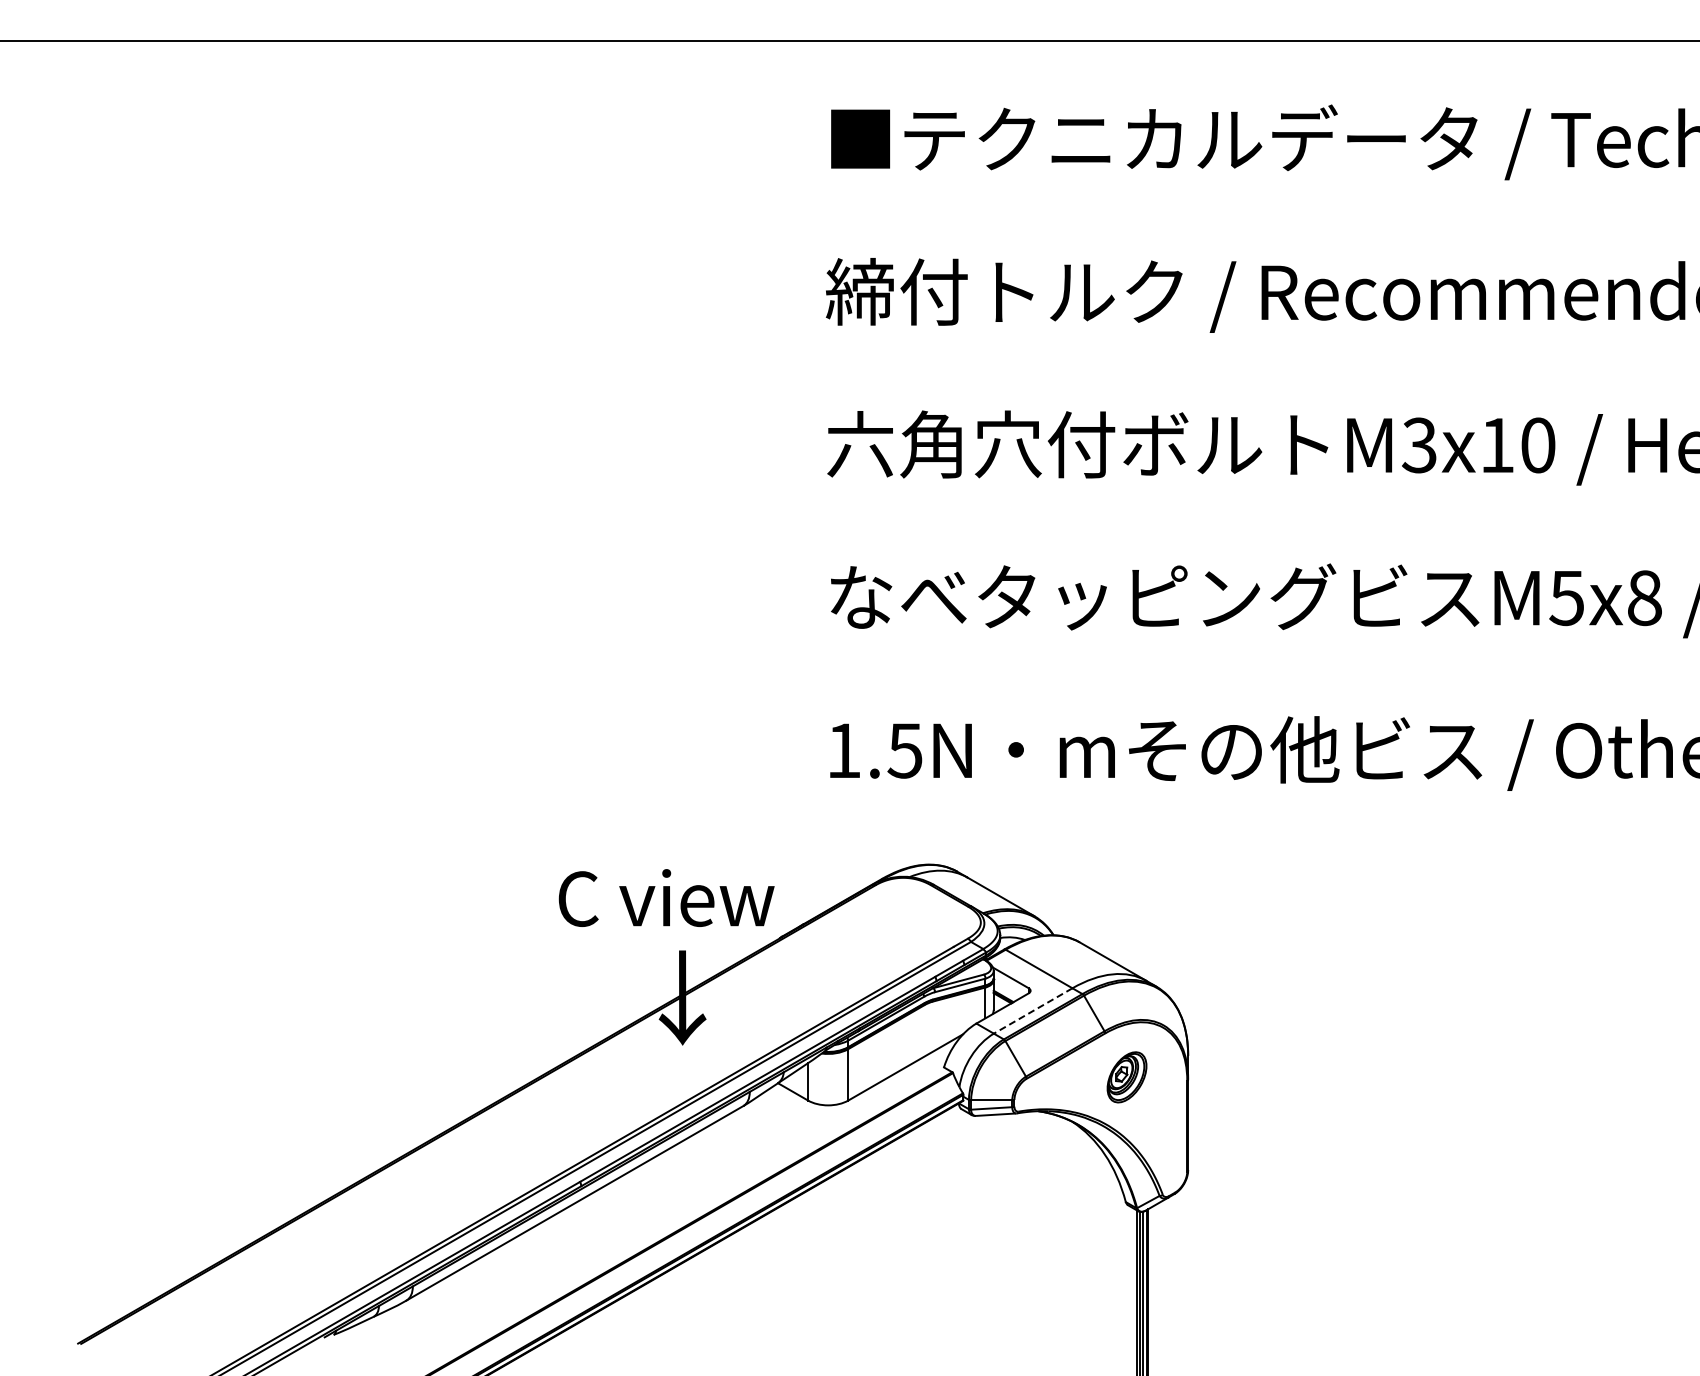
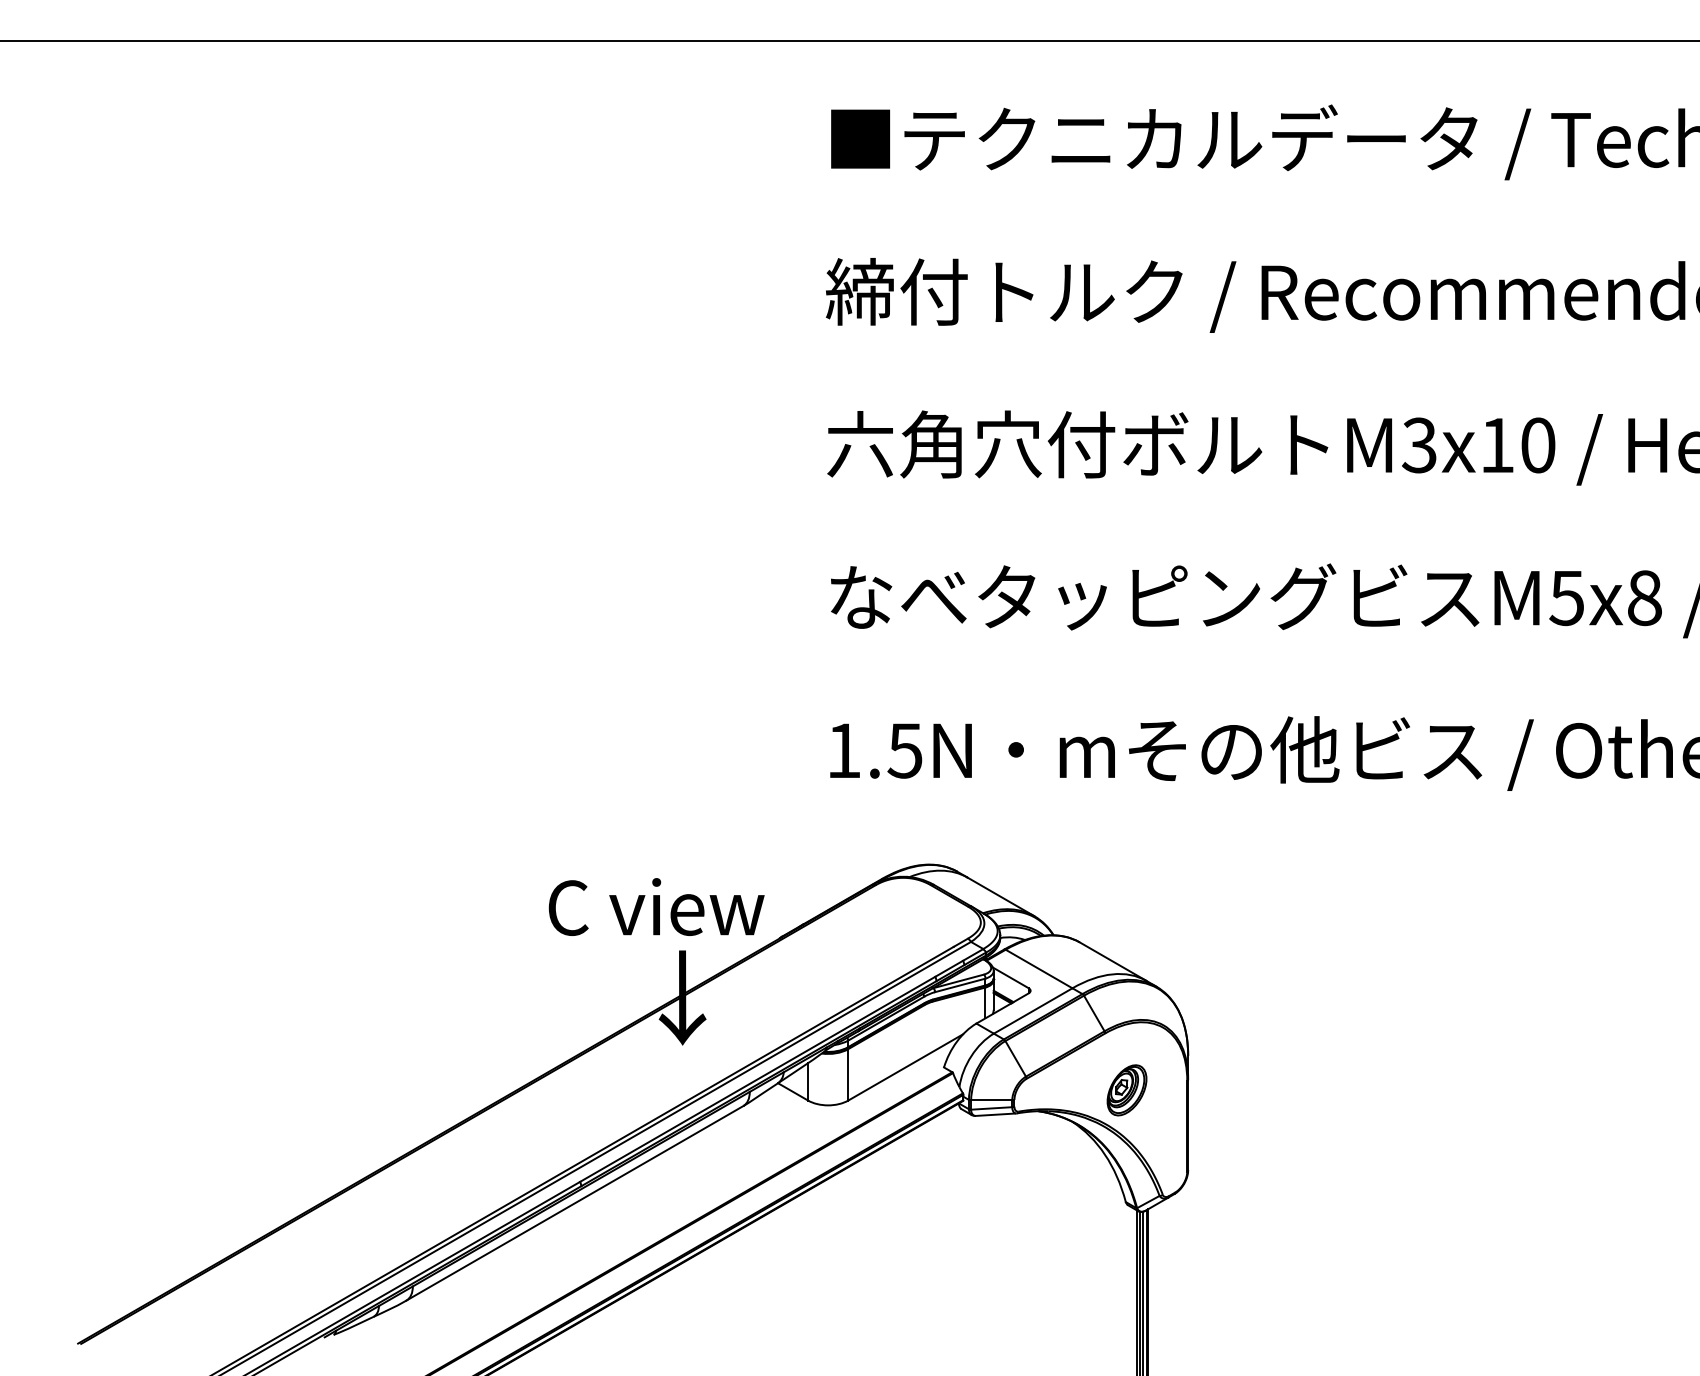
text at (666, 897) position: (666, 897) -> (656, 906)
line at (1032, 1011): dashed -> solid
part at (1126, 1077) position: (1126, 1077) -> (1126, 1090)
